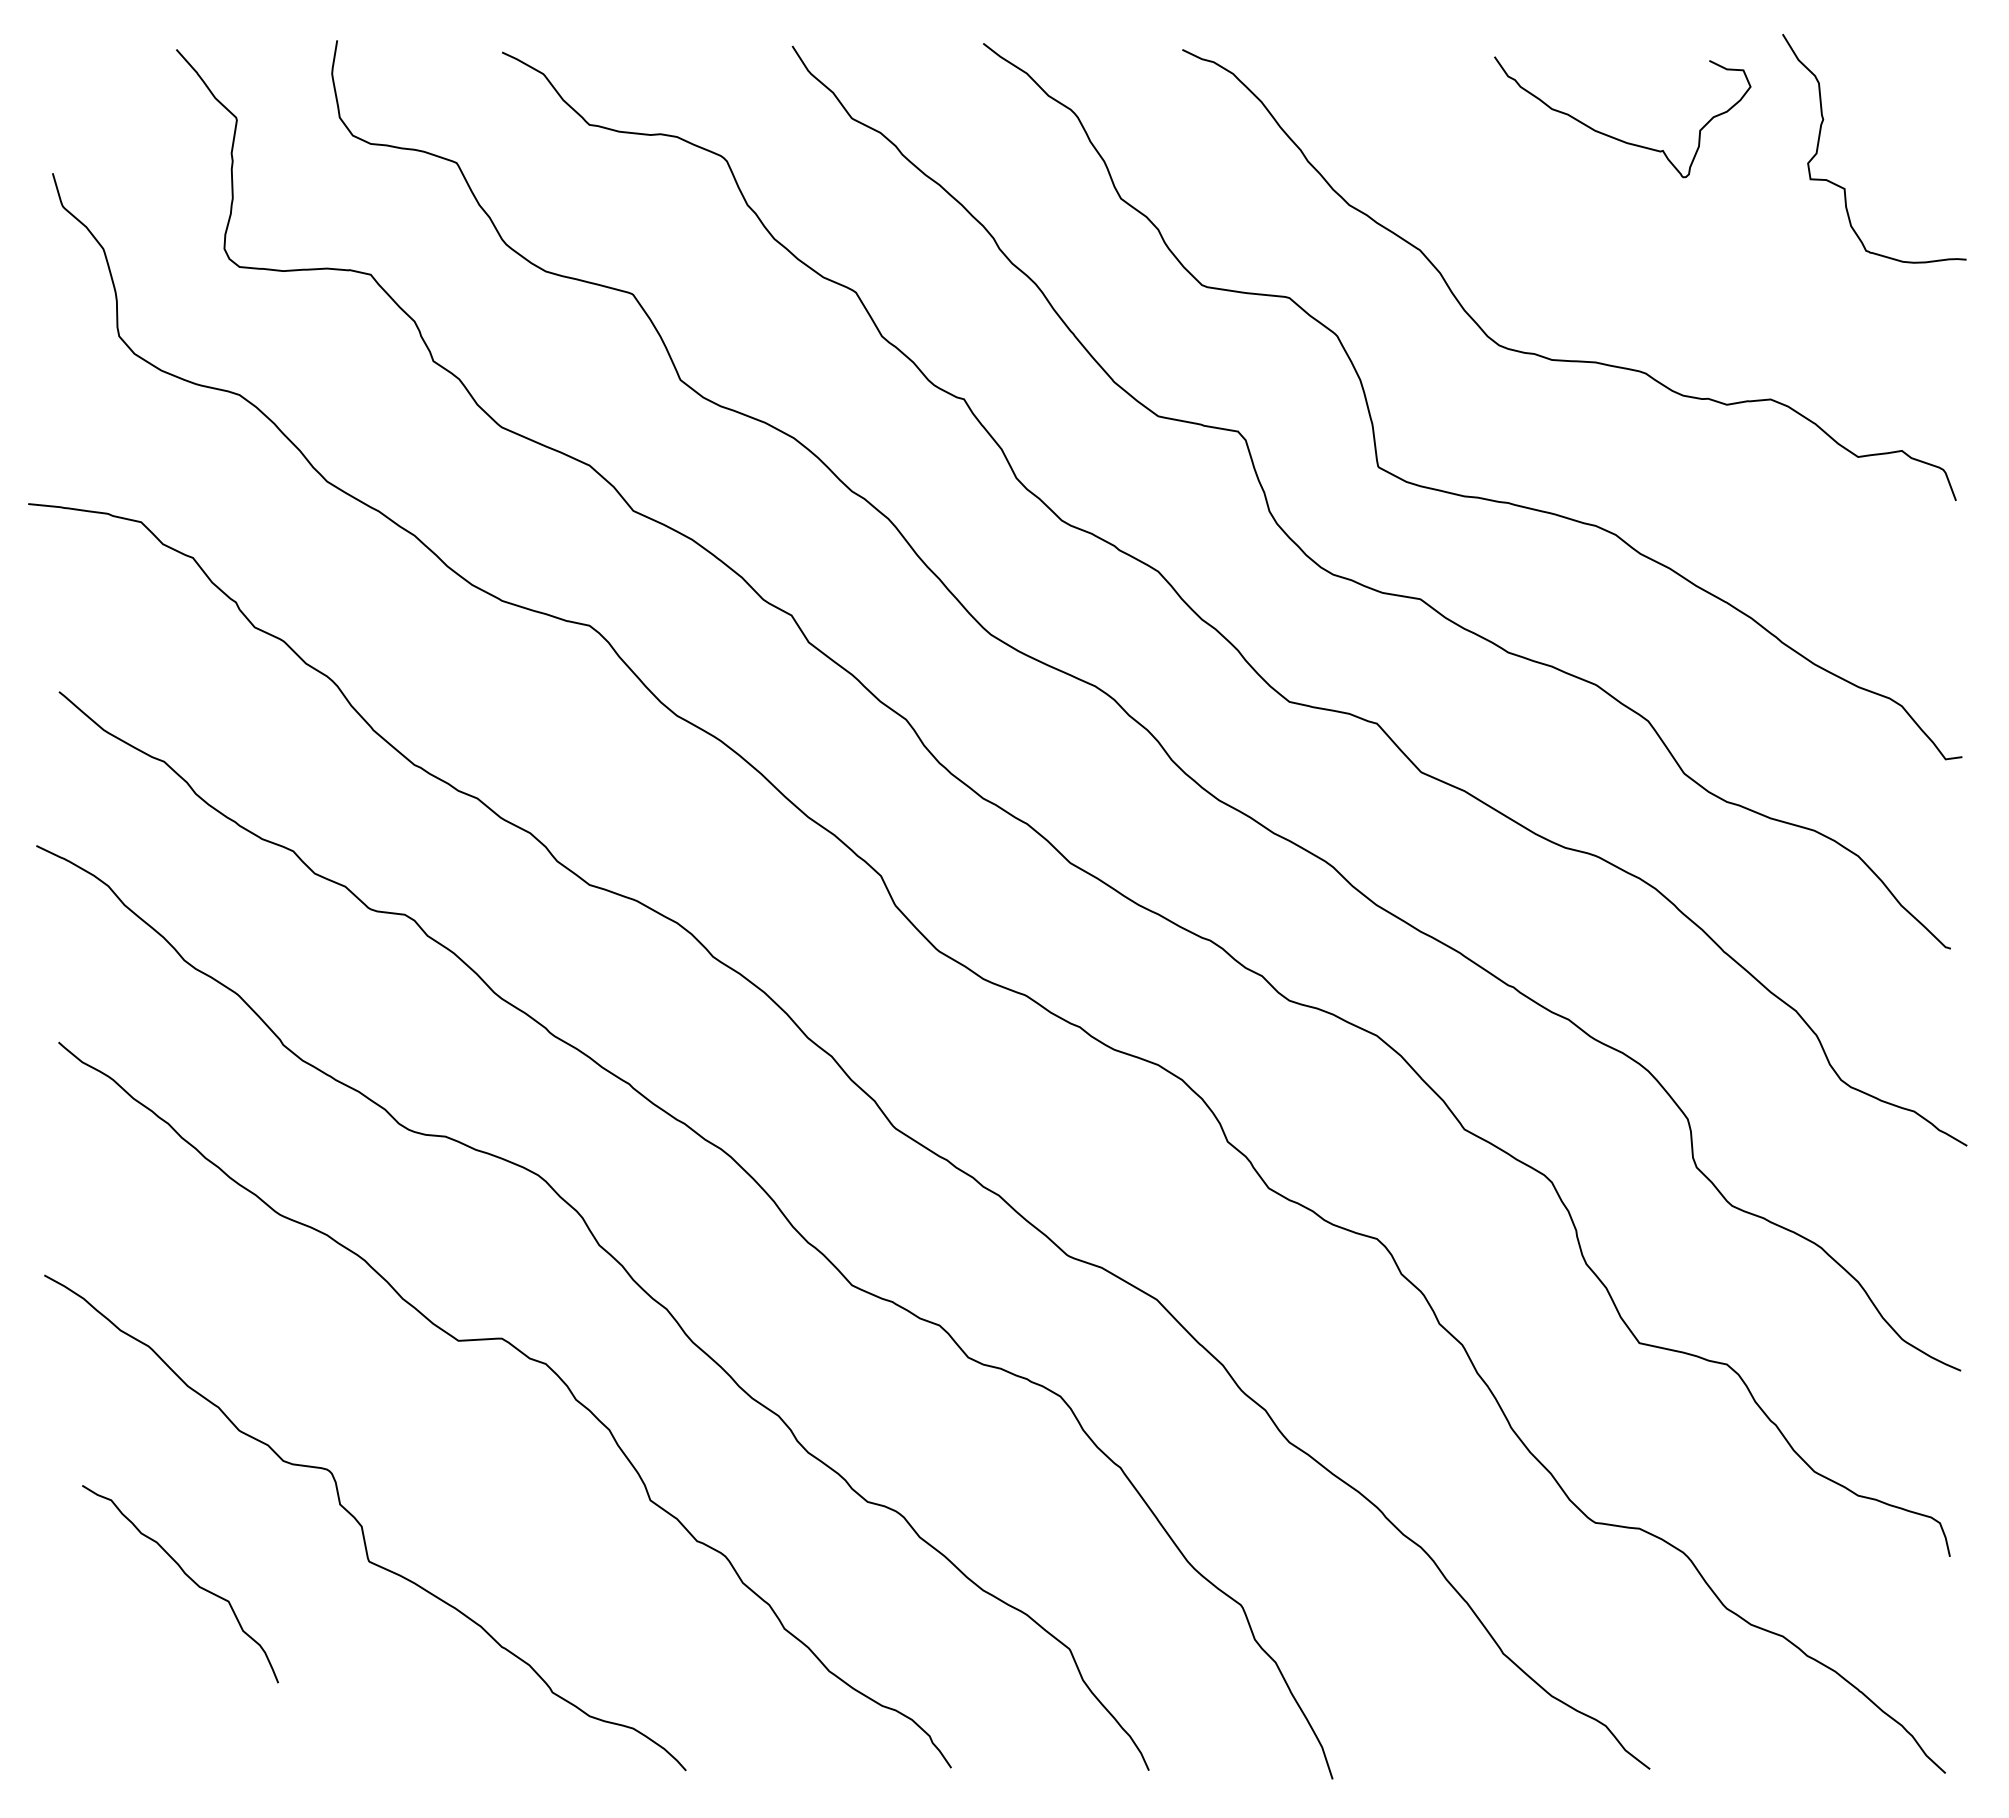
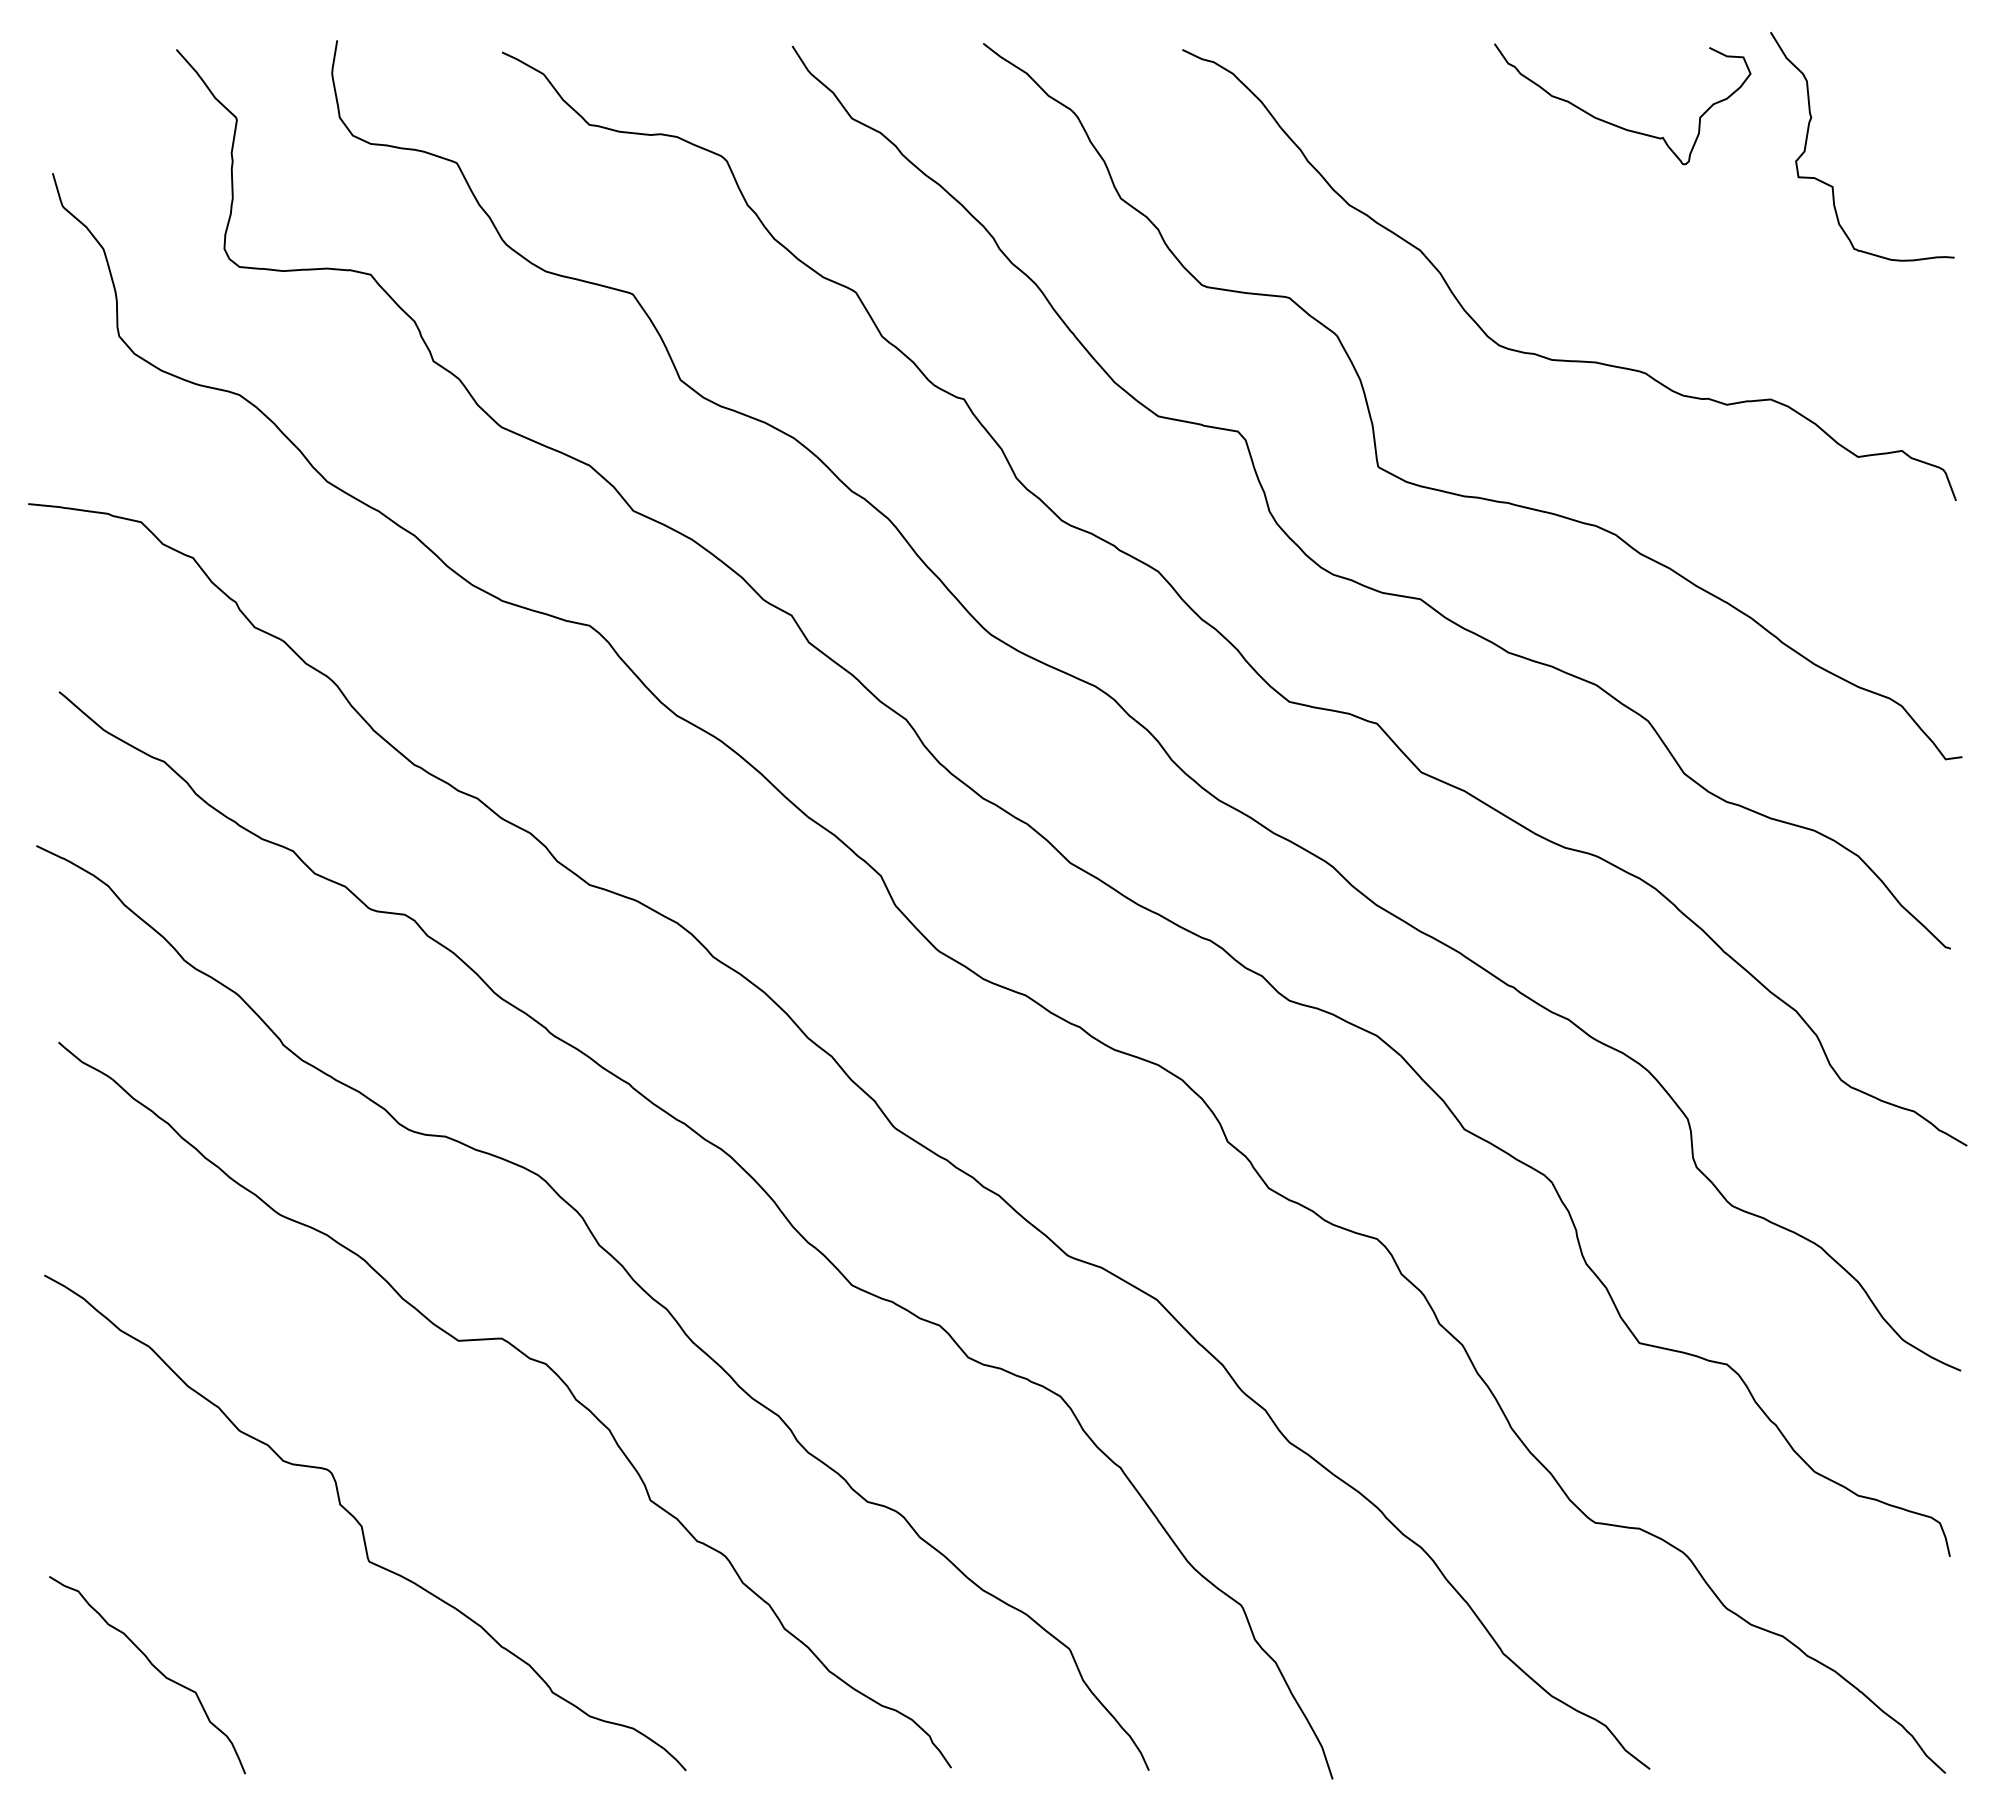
curve at (1613, 136) position: (1613, 136) -> (1613, 123)
curve at (1844, 187) position: (1844, 187) -> (1832, 185)
curve at (186, 1576) position: (186, 1576) -> (153, 1667)
